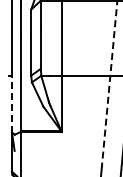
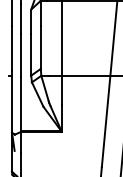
line at (109, 83): dashed -> solid
line at (12, 101): dashed -> solid
